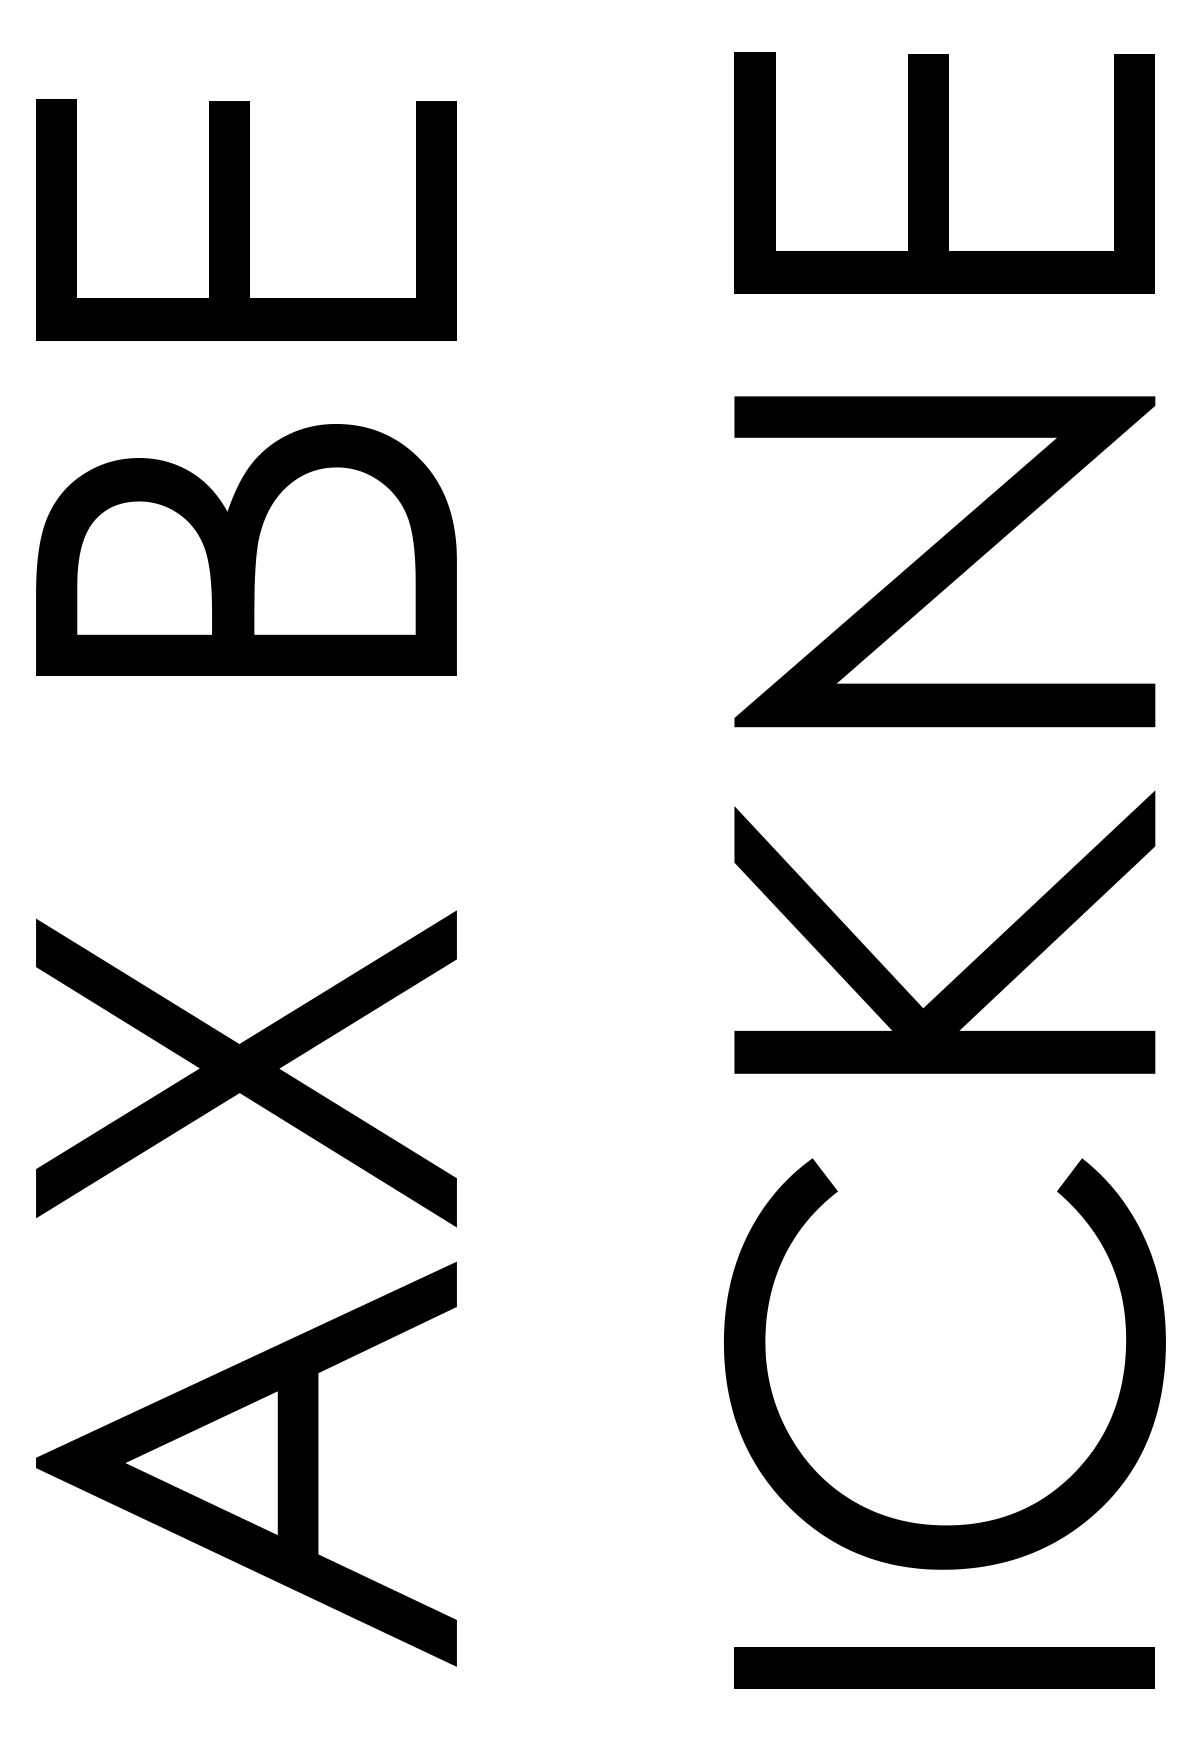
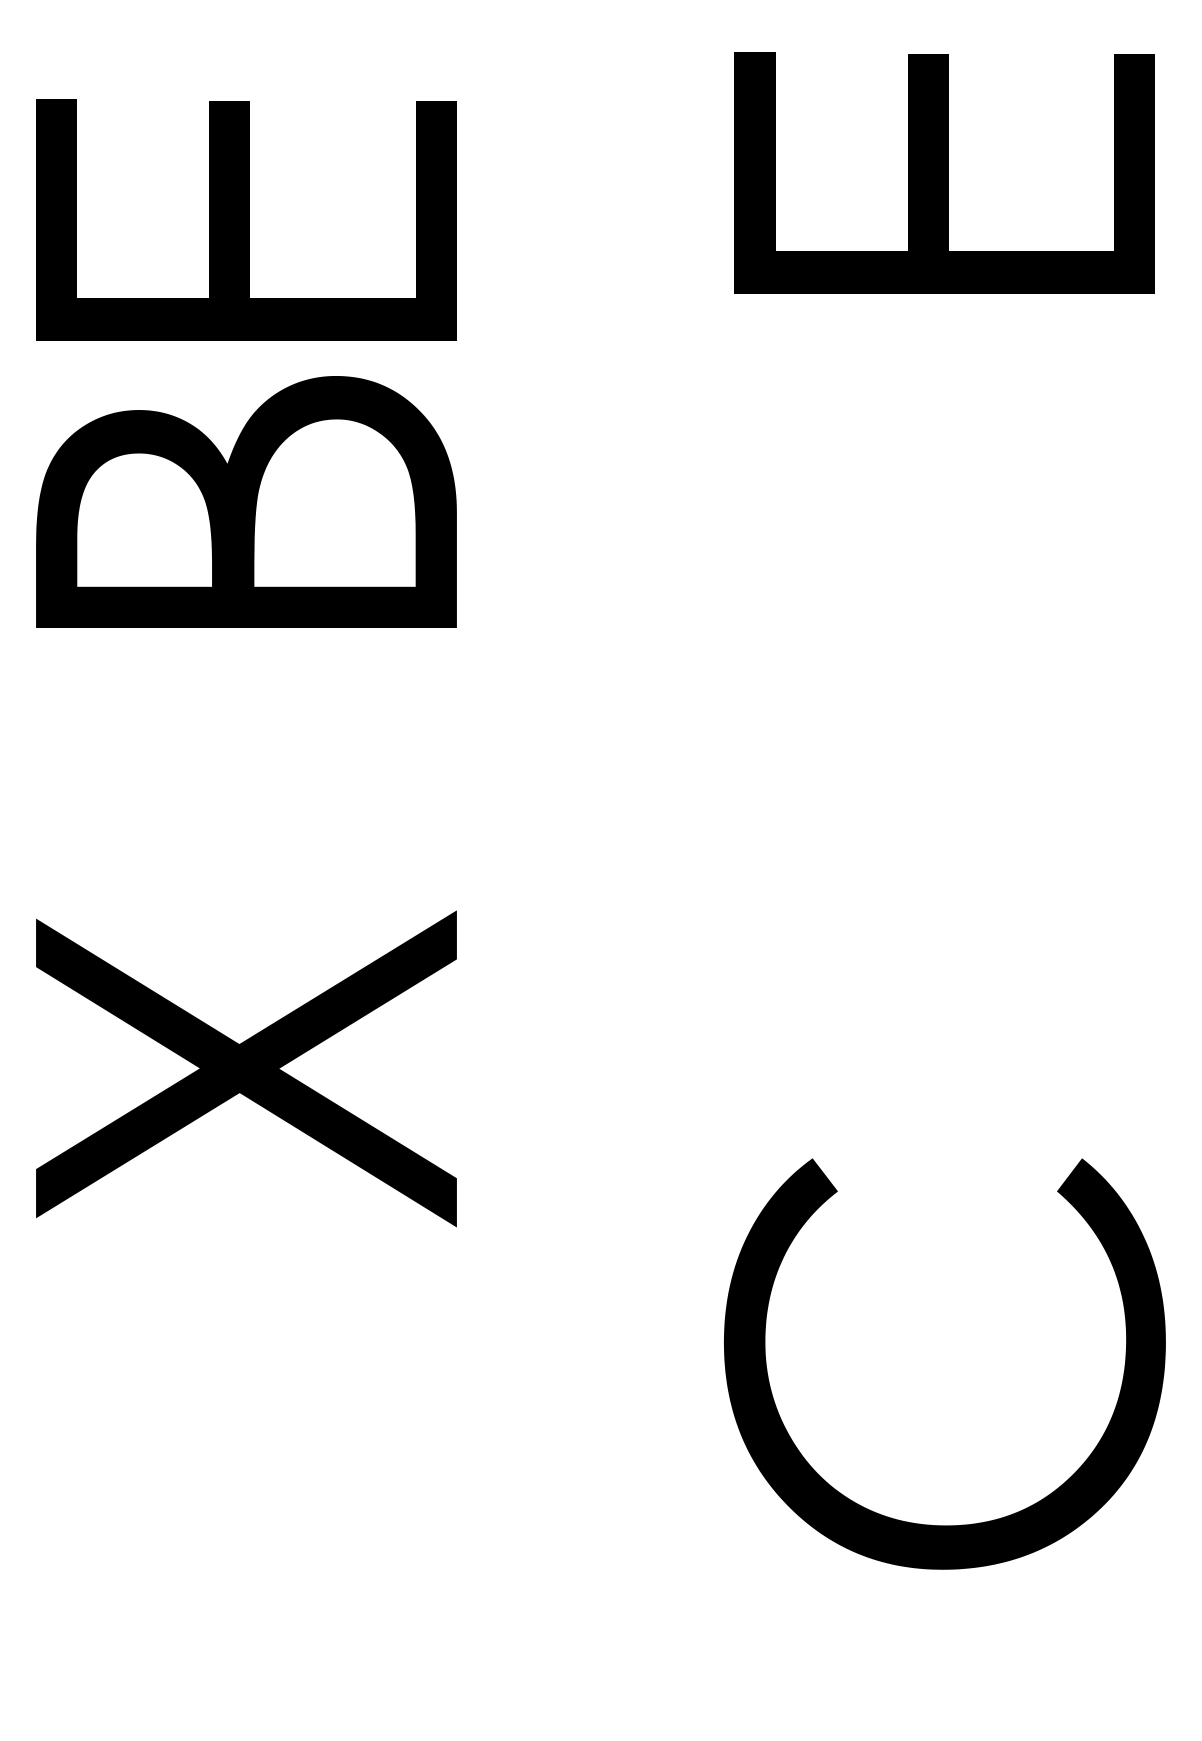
part at (246, 549) position: (246, 549) -> (246, 501)
fill at (944, 561): present -> none
fill at (944, 931): present -> none
part at (246, 1463): present -> none
part at (944, 1667): present -> none
